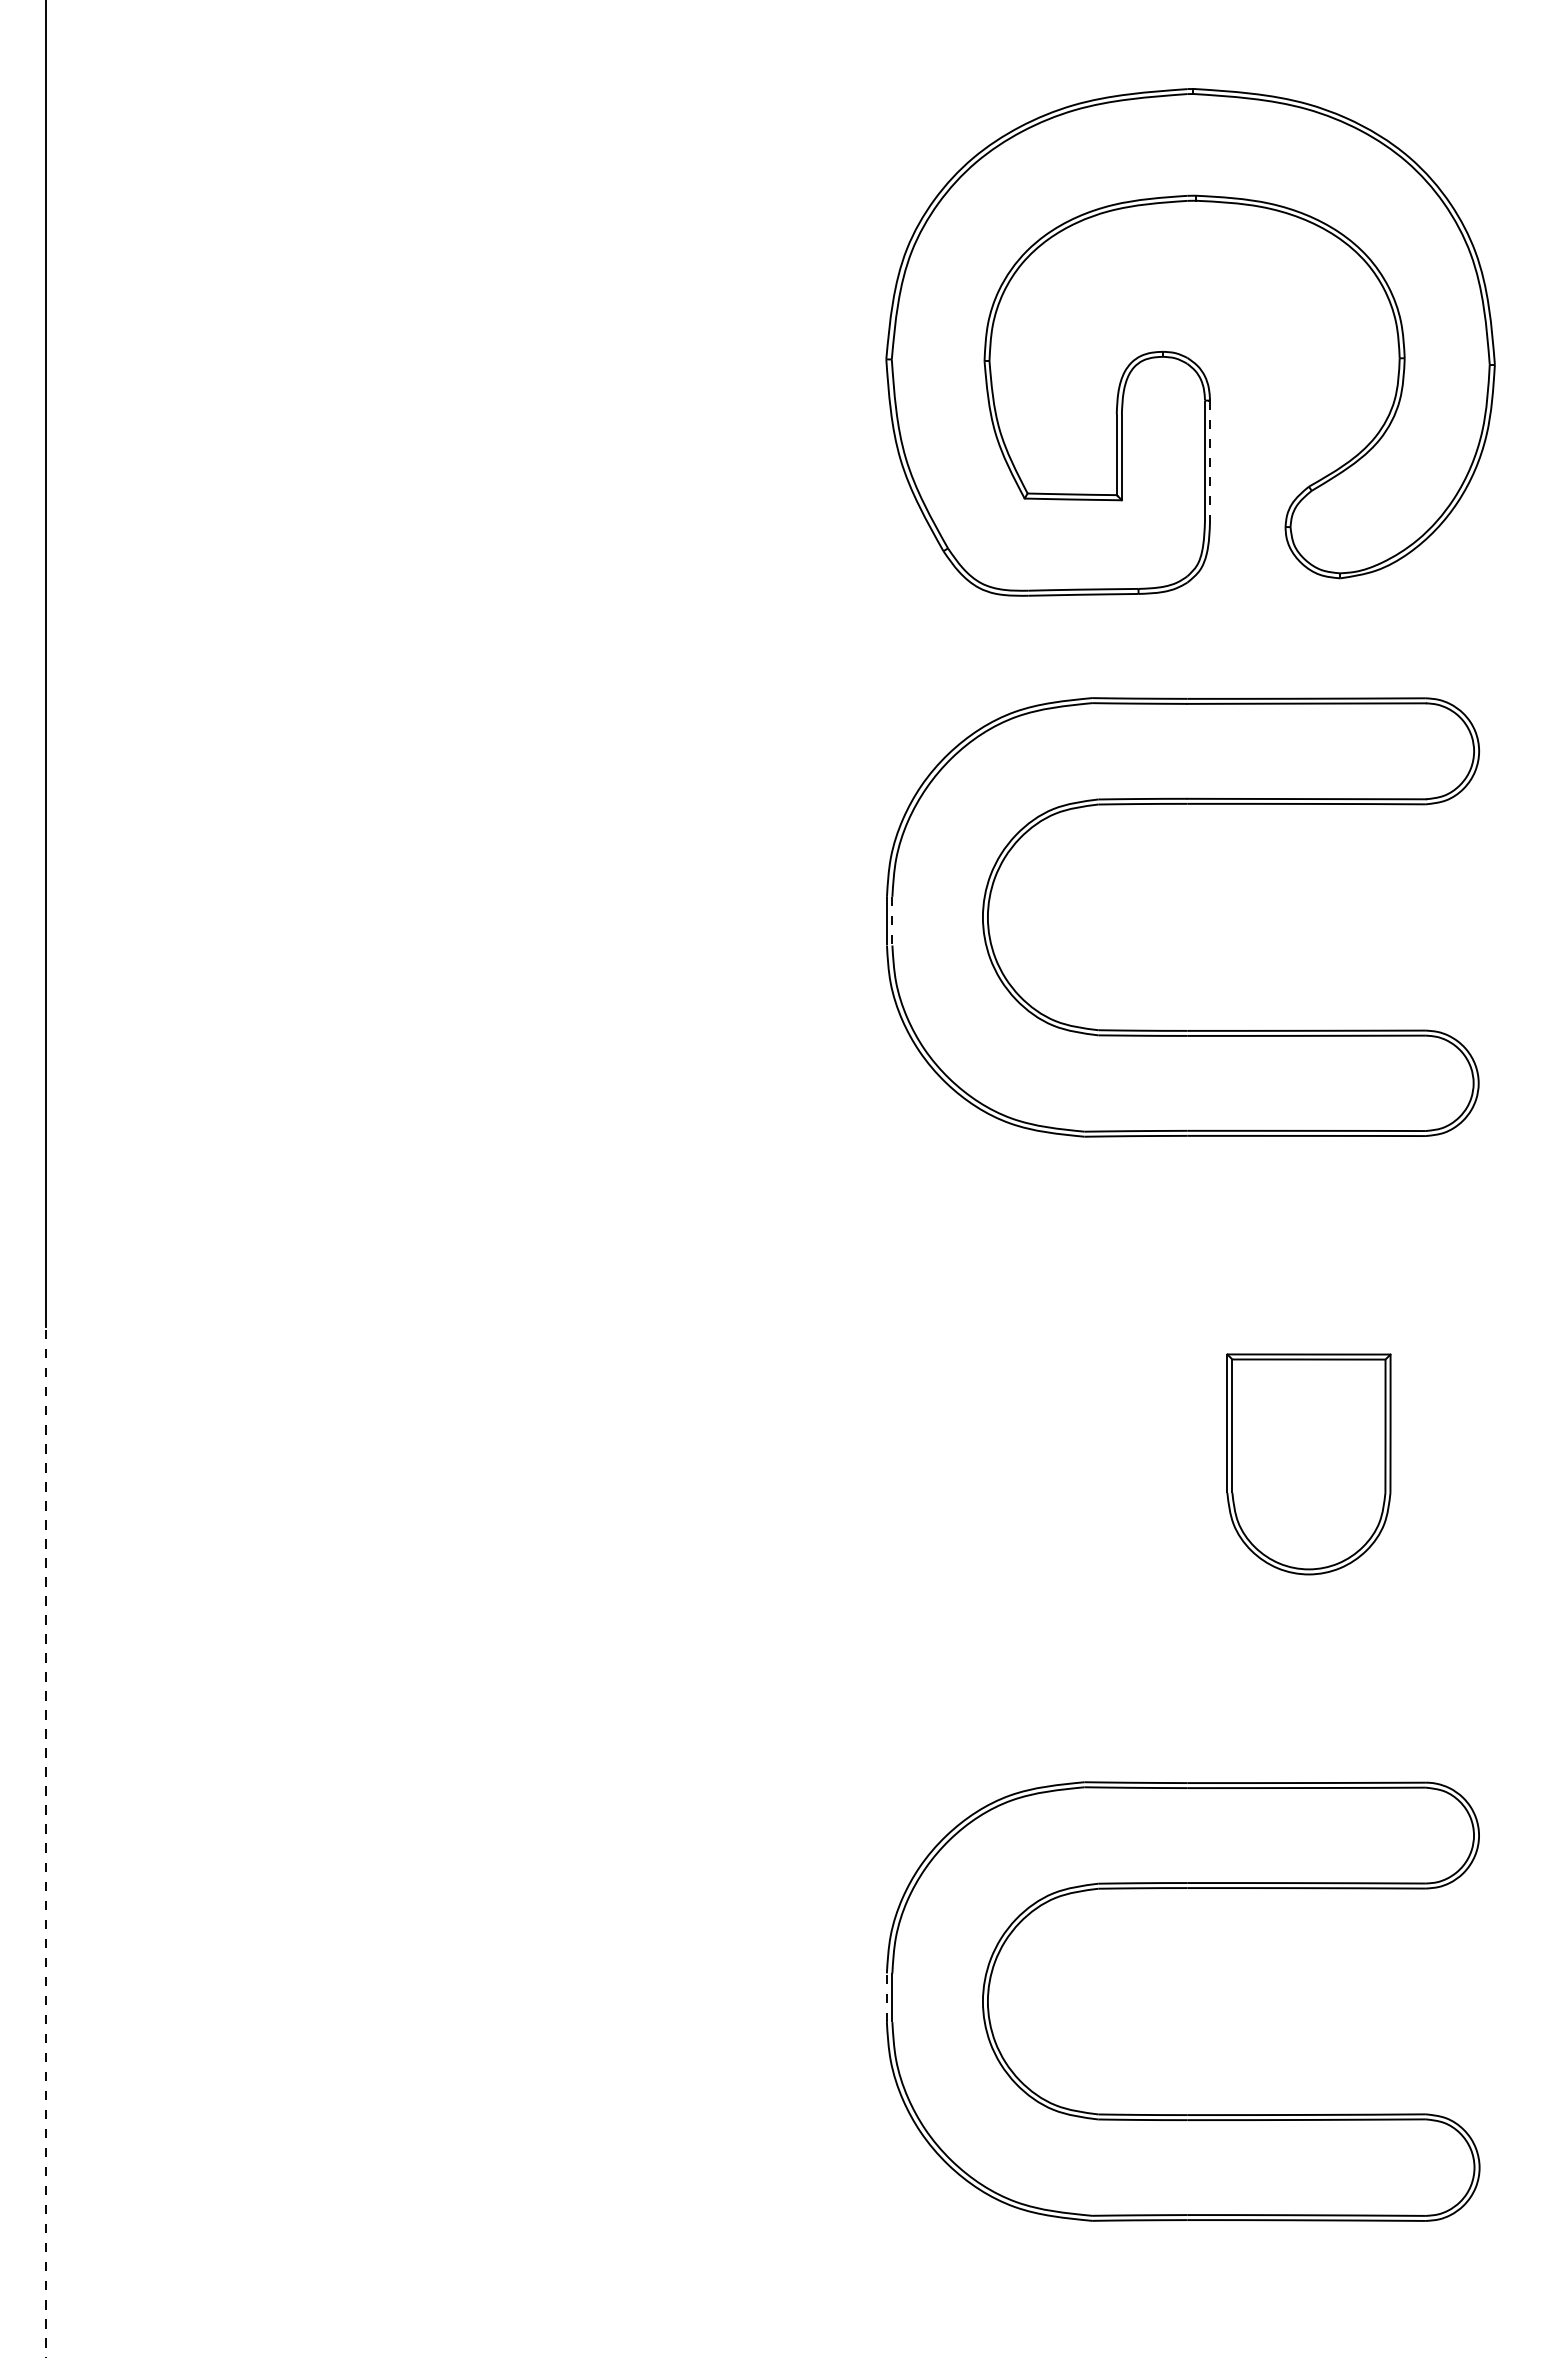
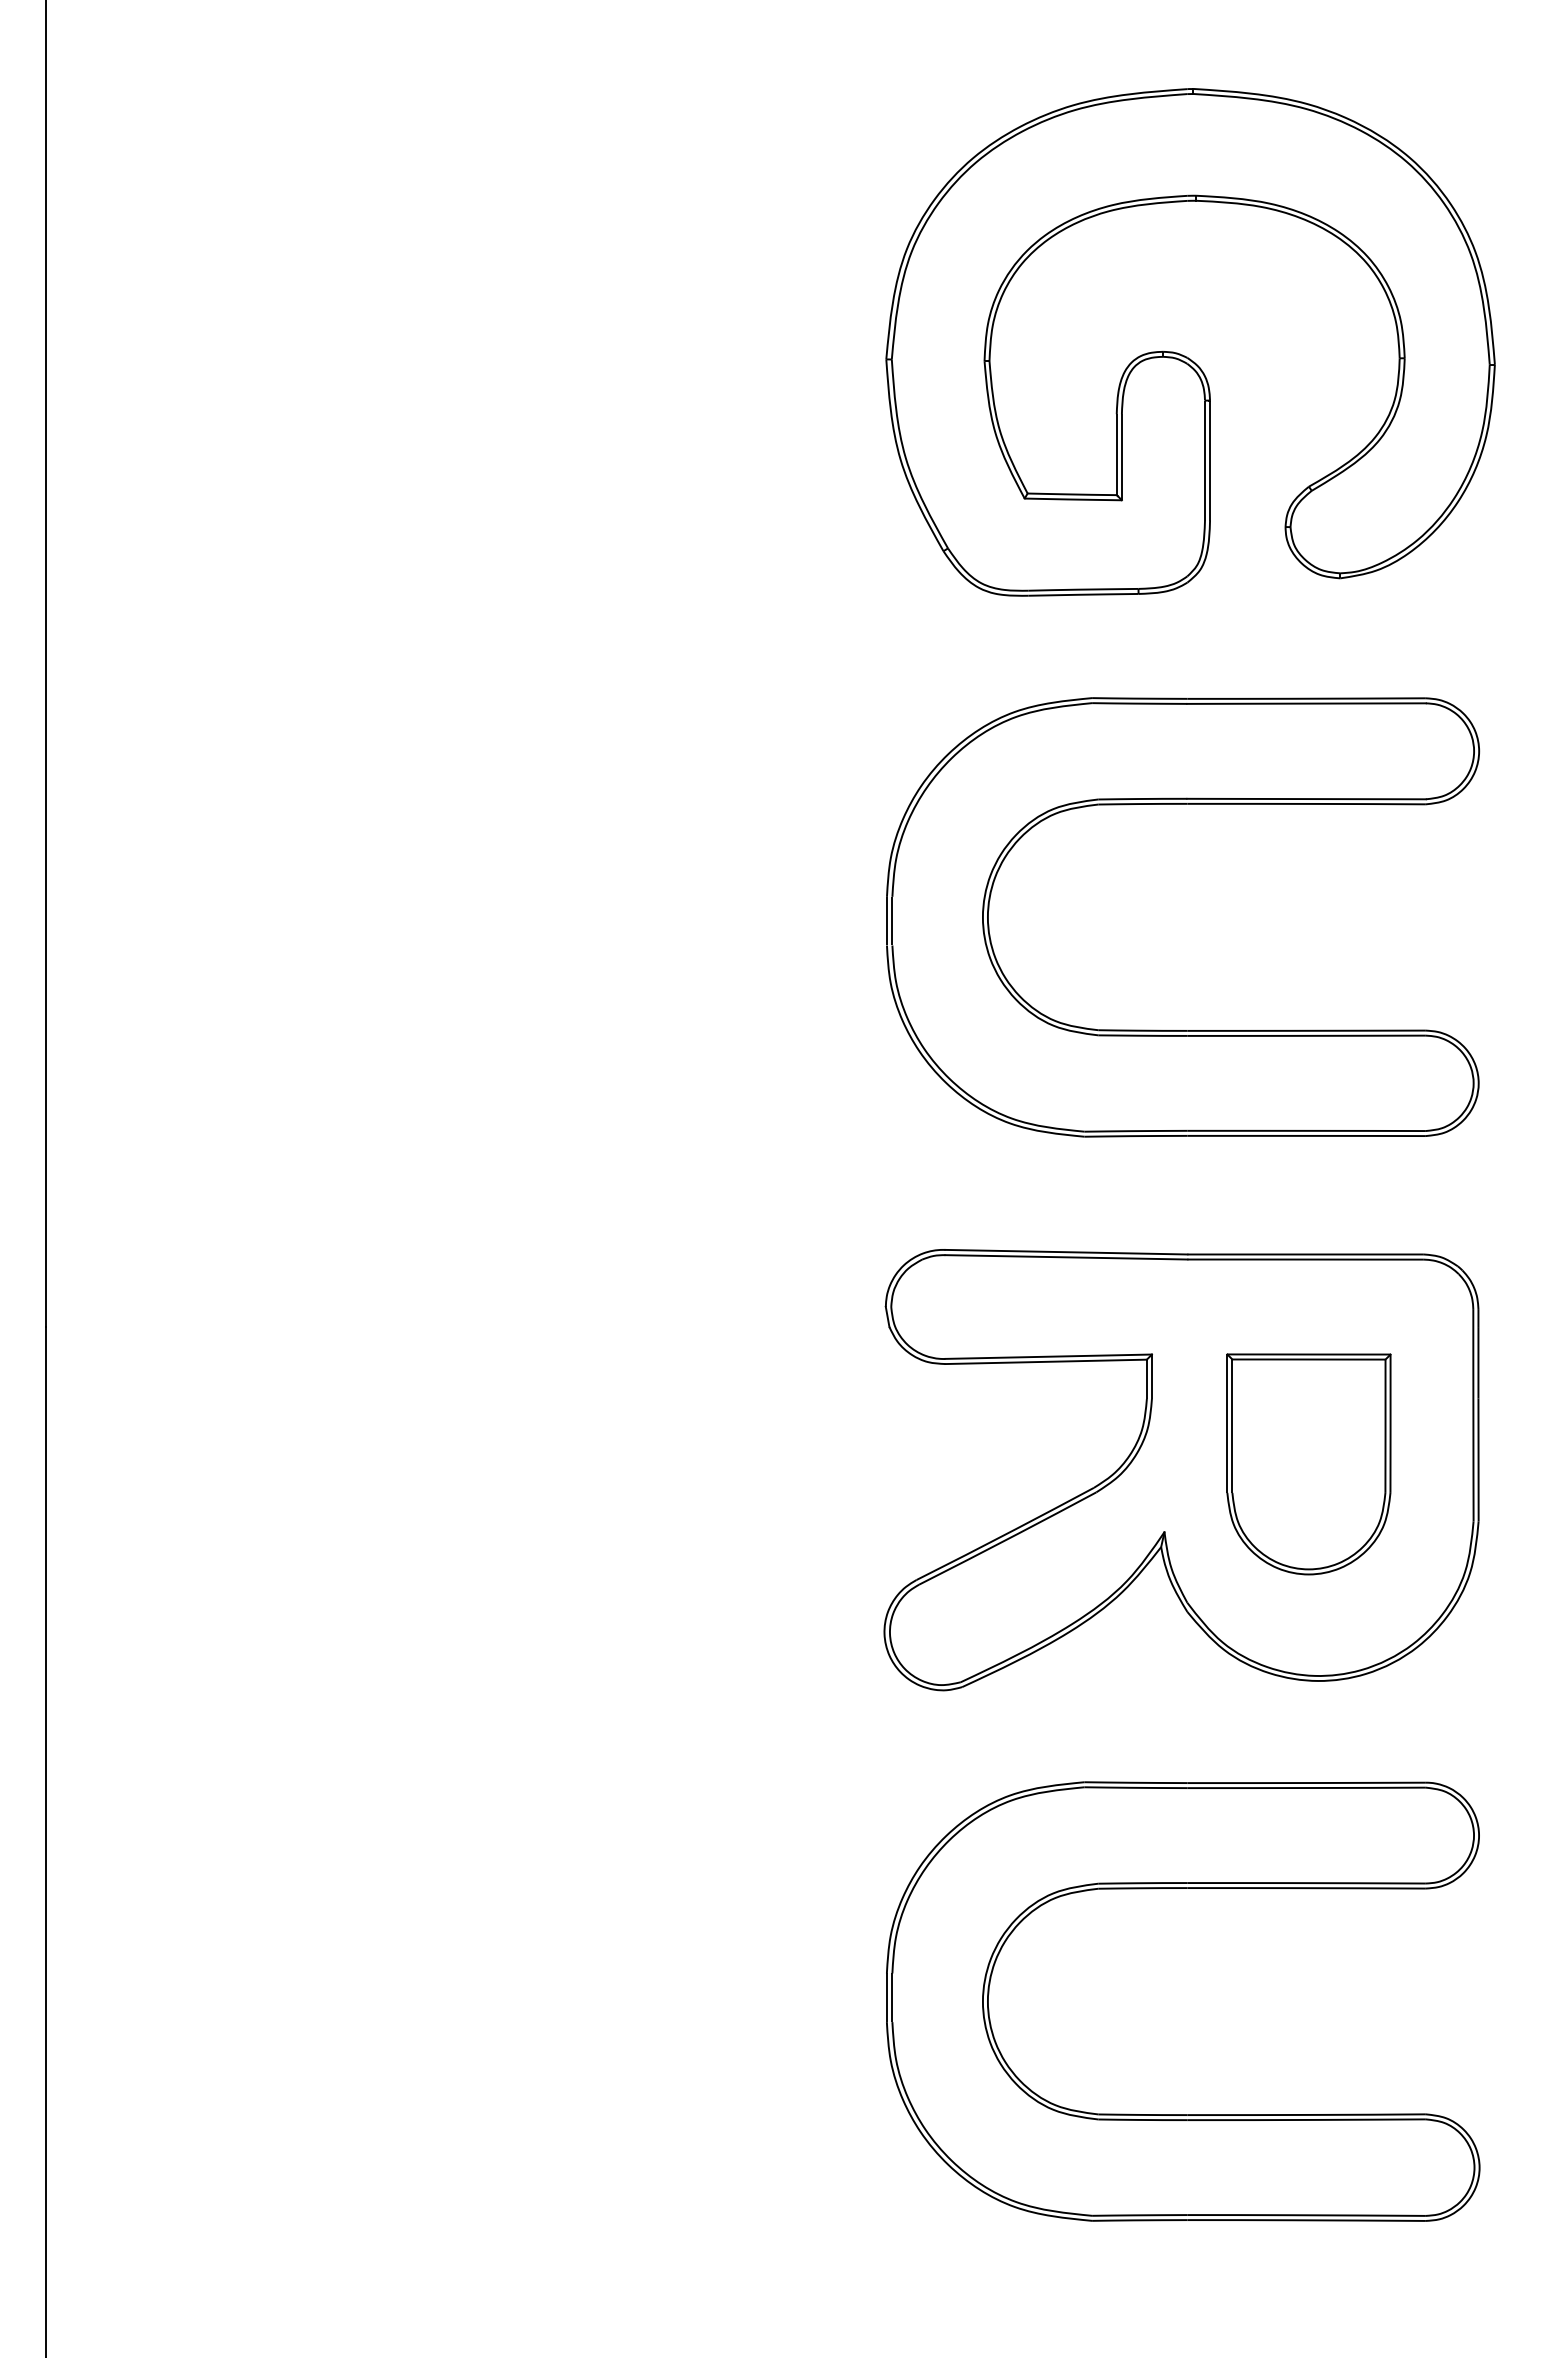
line at (1210, 460): dashed -> solid
line at (892, 922): dashed -> solid
part at (1181, 1470): none -> present
line at (46, 1842): dashed -> solid
line at (886, 1996): dashed -> solid
